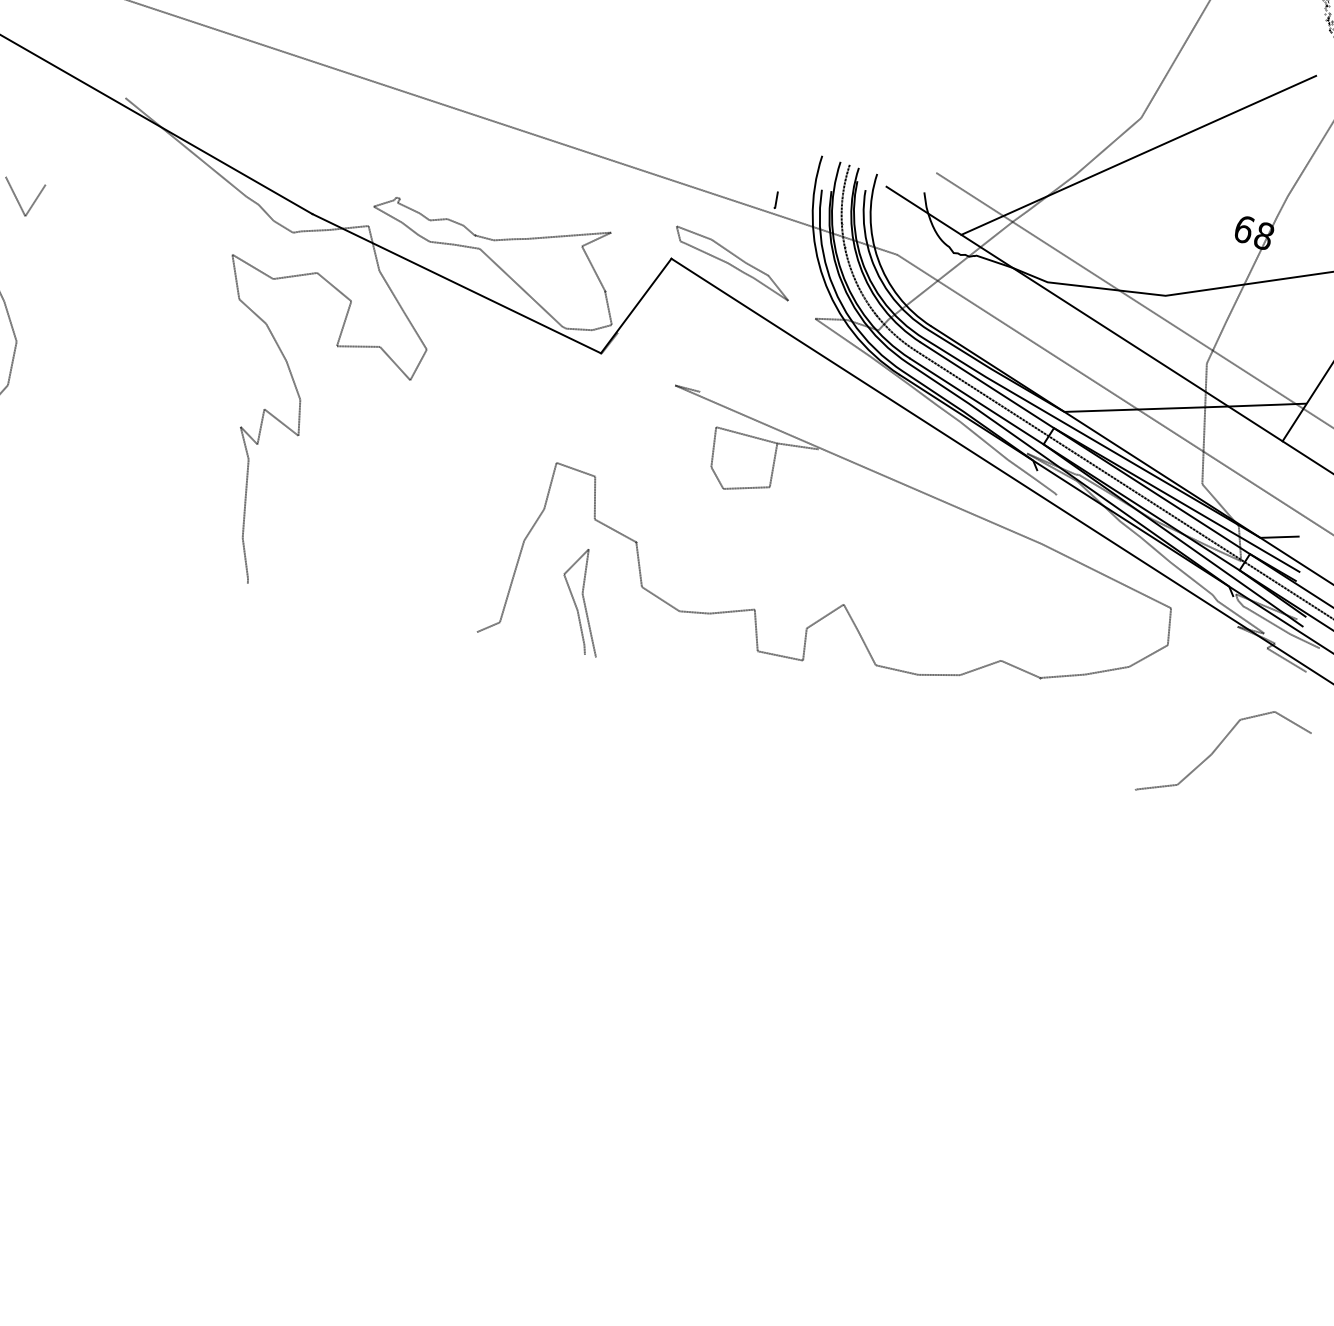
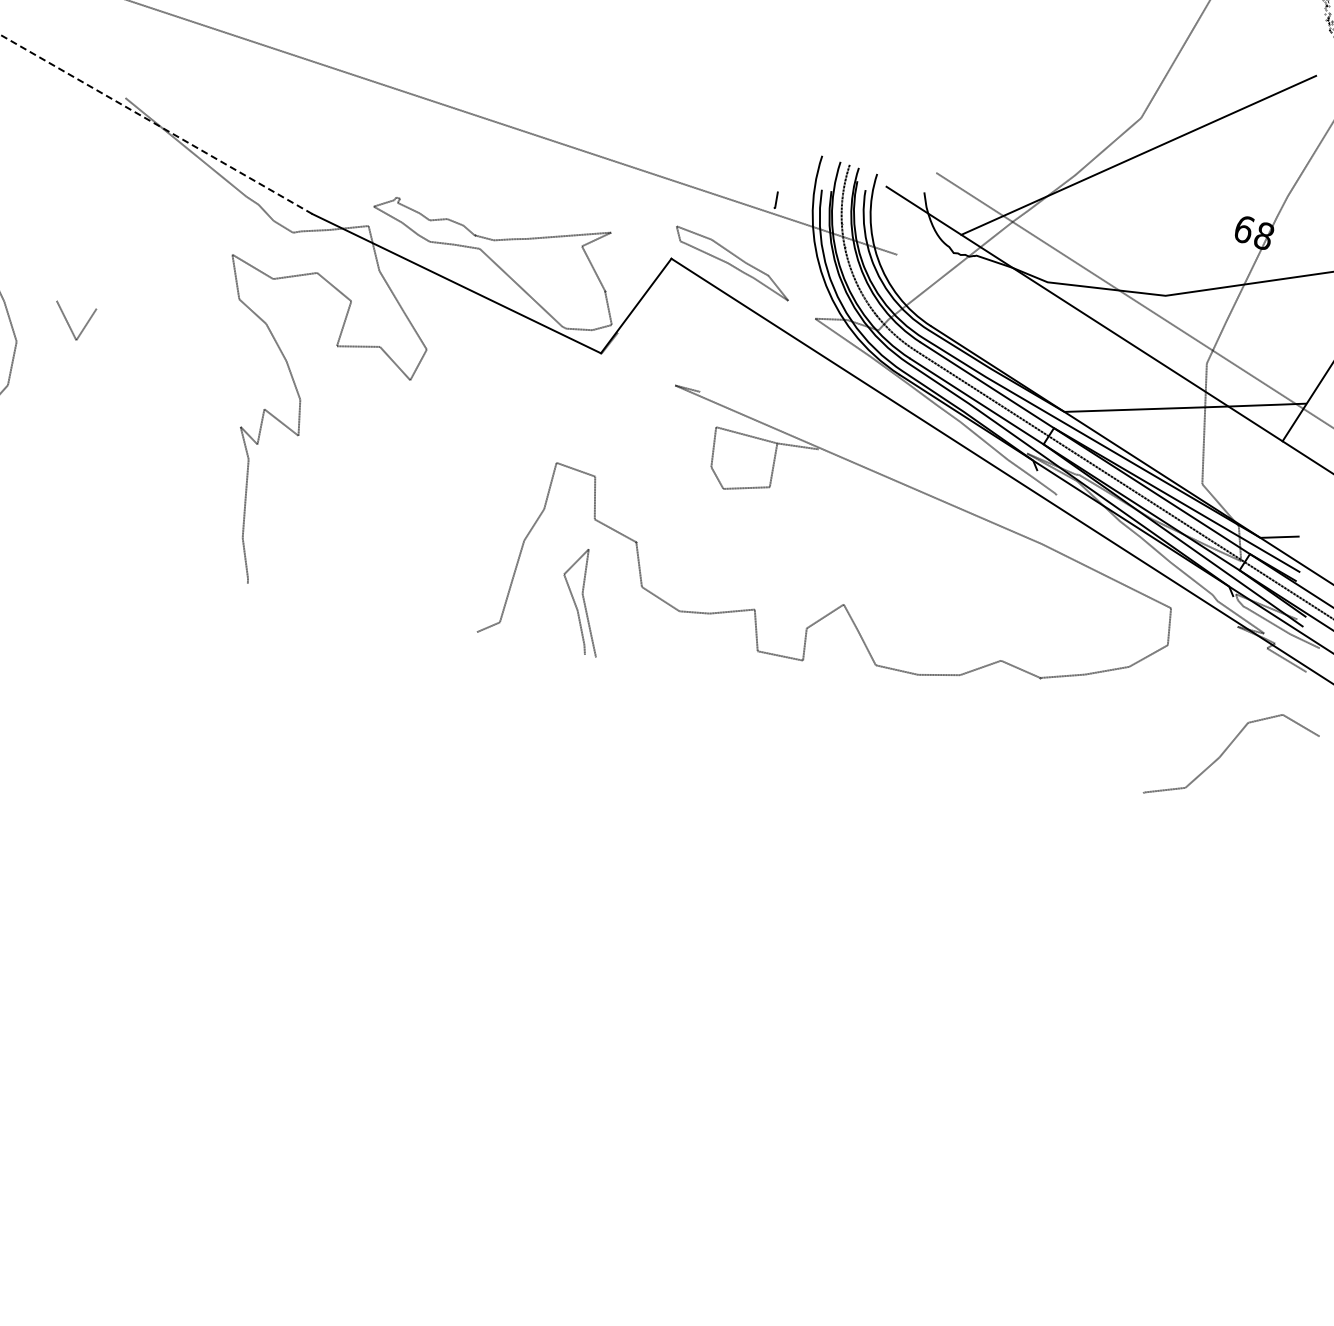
line at (156, 124): solid -> dashed
line at (18, 200) position: (18, 200) -> (69, 324)
line at (1113, 393): present -> none
curve at (1219, 746) position: (1219, 746) -> (1227, 749)
